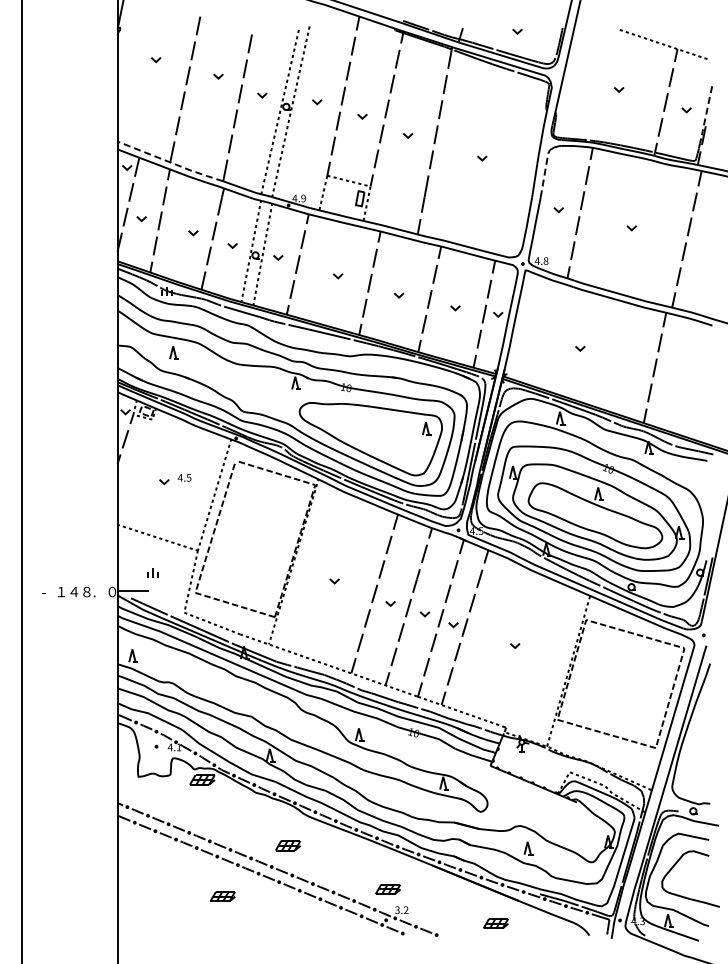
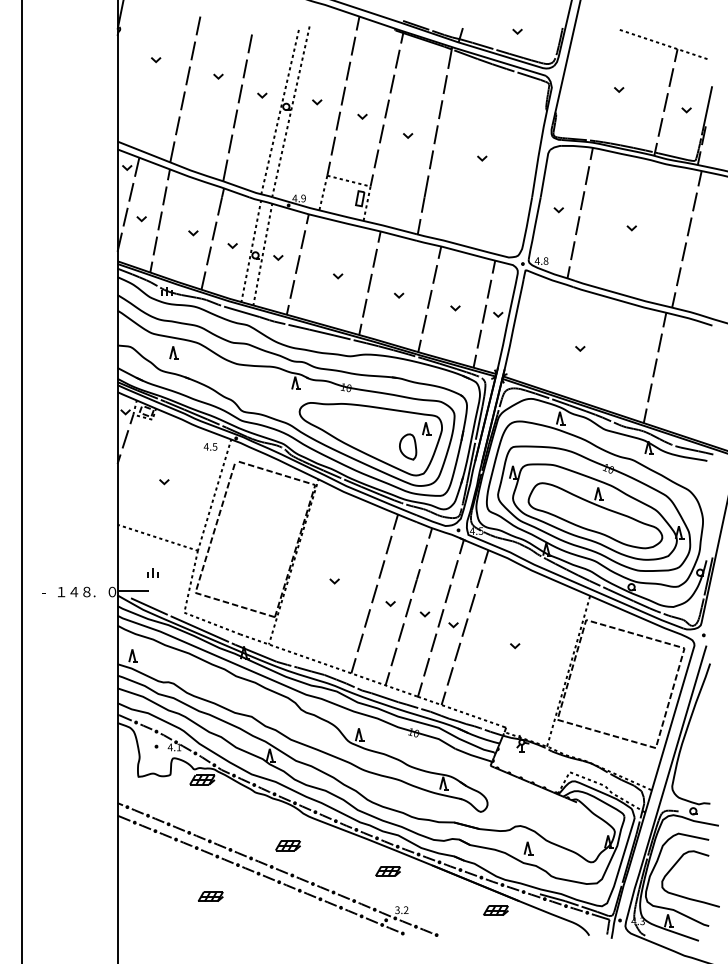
line at (707, 108): dashed -> solid
line at (171, 162): dashed -> solid
line at (545, 171): dashed -> solid
part at (408, 446): none -> present
text at (184, 477) position: (184, 477) -> (210, 446)
part at (387, 889) position: (387, 889) -> (387, 871)
part at (222, 896) position: (222, 896) -> (210, 896)
part at (495, 923) position: (495, 923) -> (495, 910)
